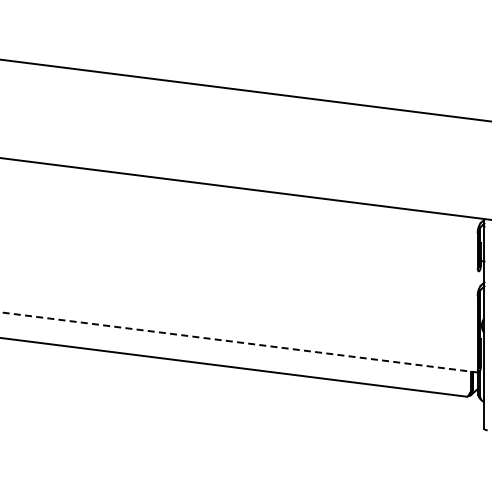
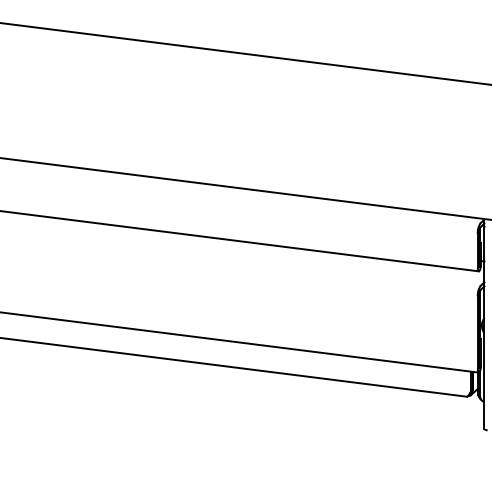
line at (245, 90) position: (245, 90) -> (245, 53)
line at (240, 241): none -> present
line at (239, 342): dashed -> solid
